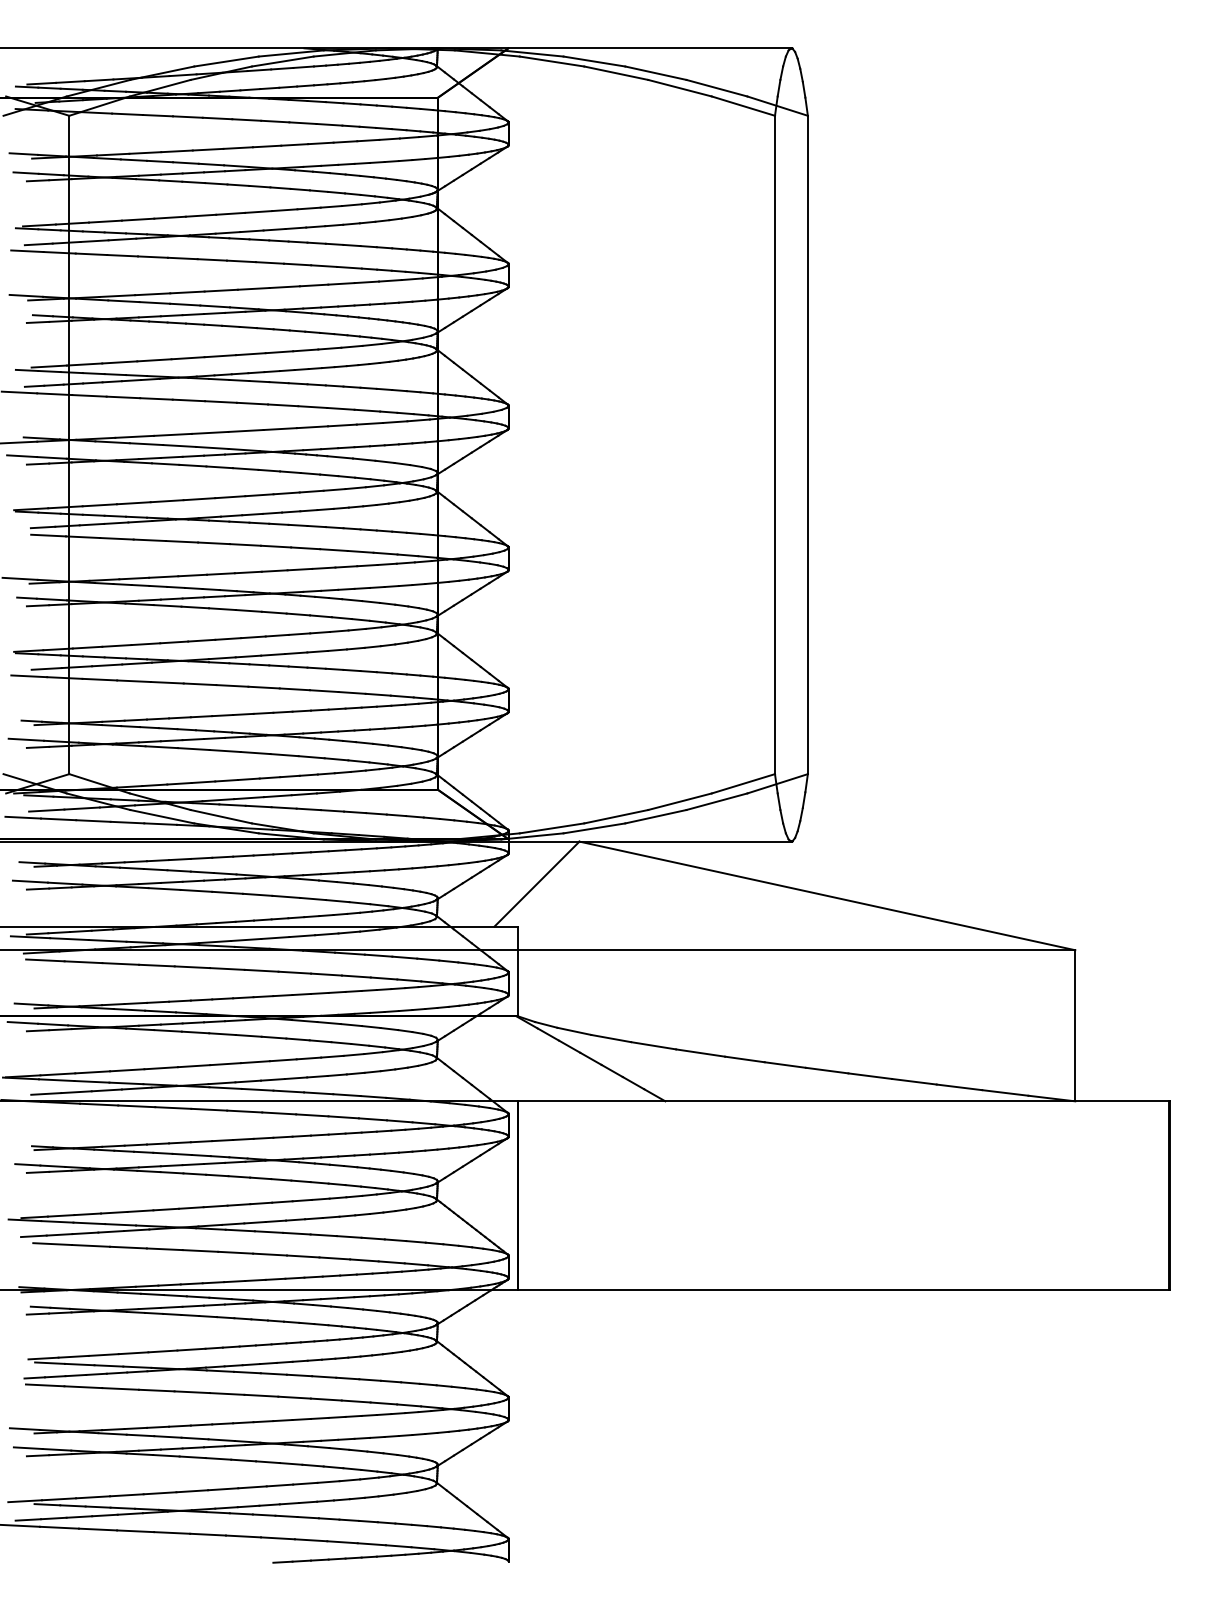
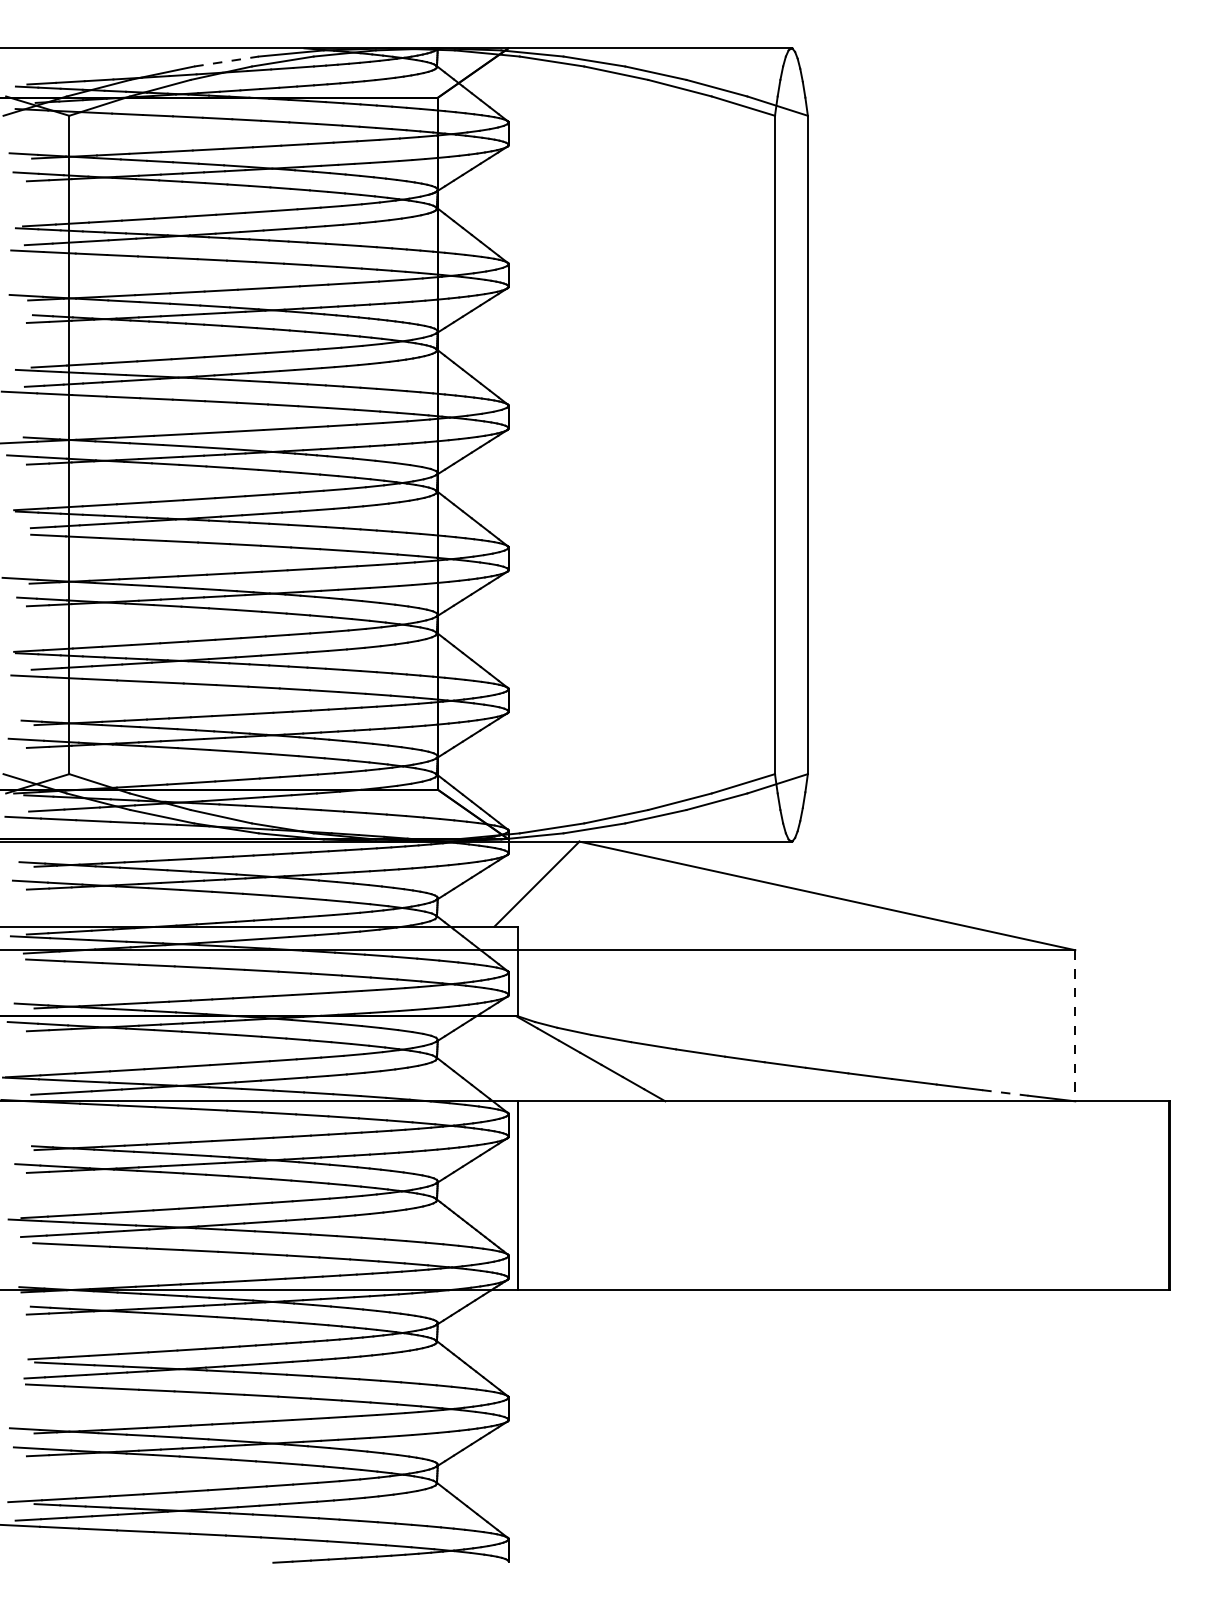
line at (226, 61): solid -> dashed
line at (1075, 1025): solid -> dashed
line at (1005, 1093): solid -> dashed
